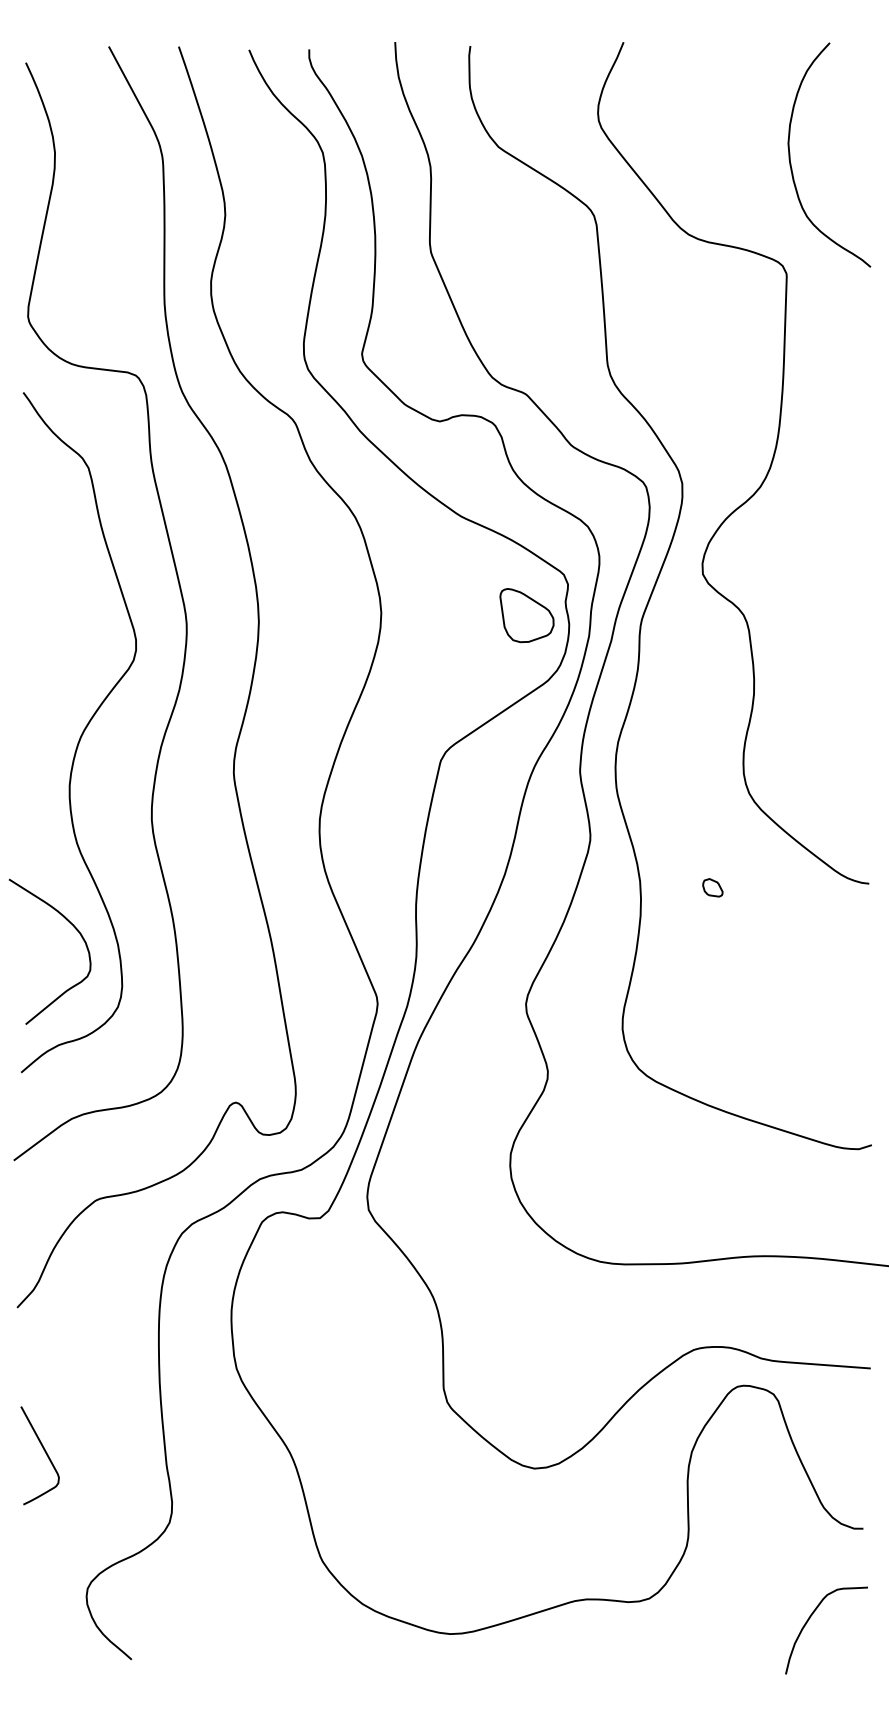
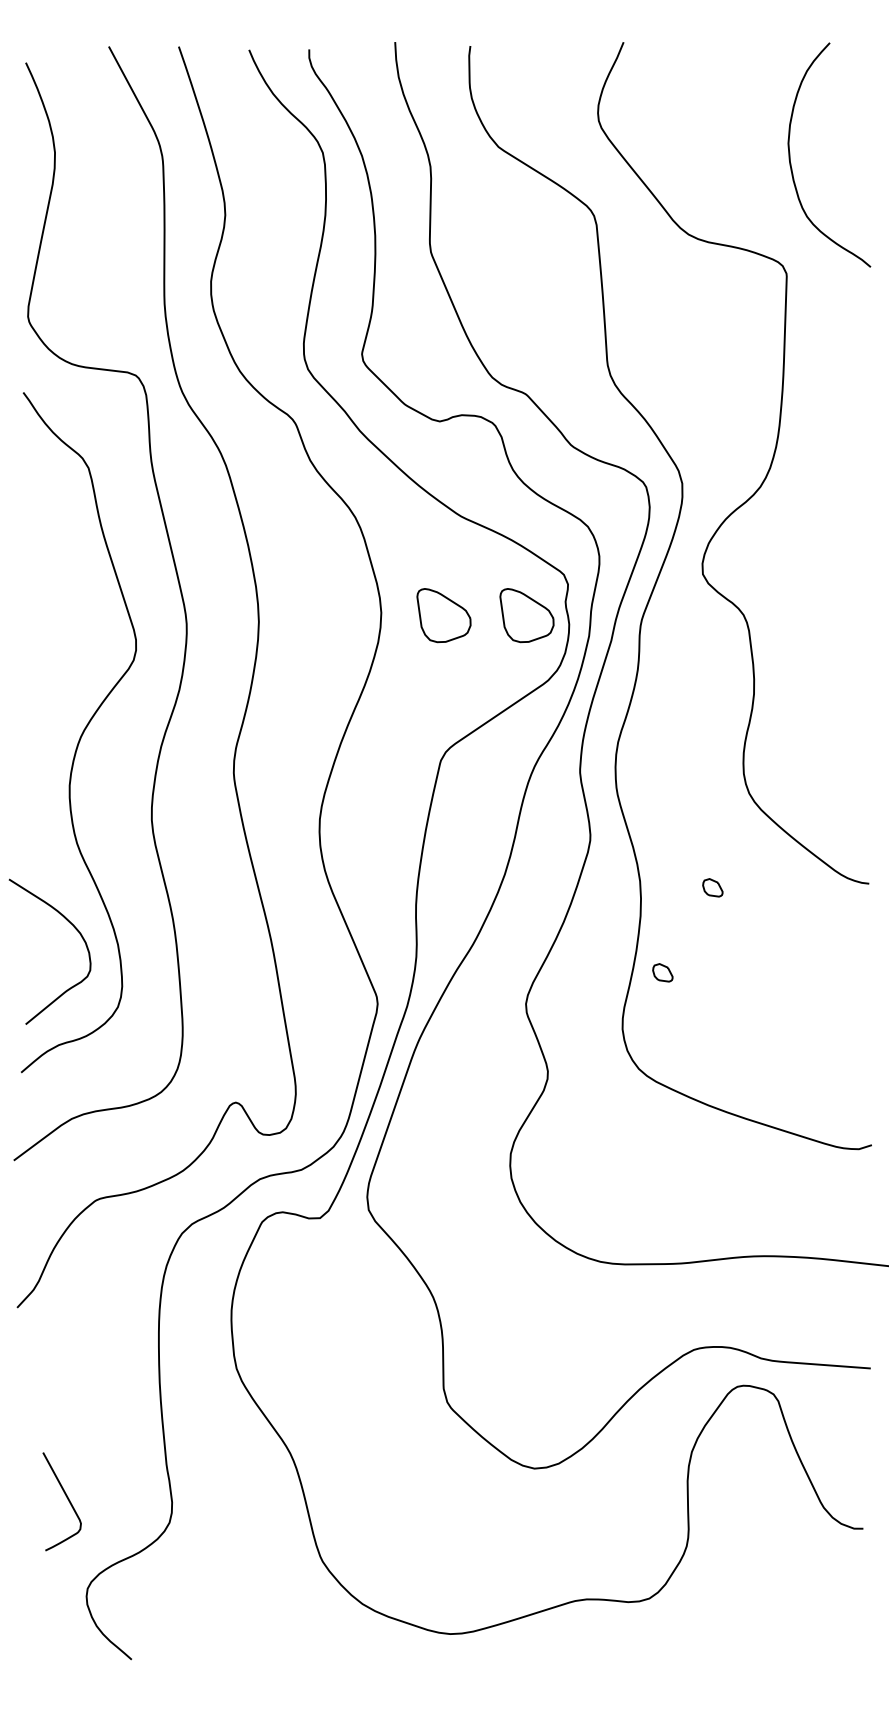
part at (443, 615): none -> present
part at (662, 972): none -> present
curve at (45, 1453) position: (45, 1453) -> (67, 1499)
curve at (810, 1618): present -> none
